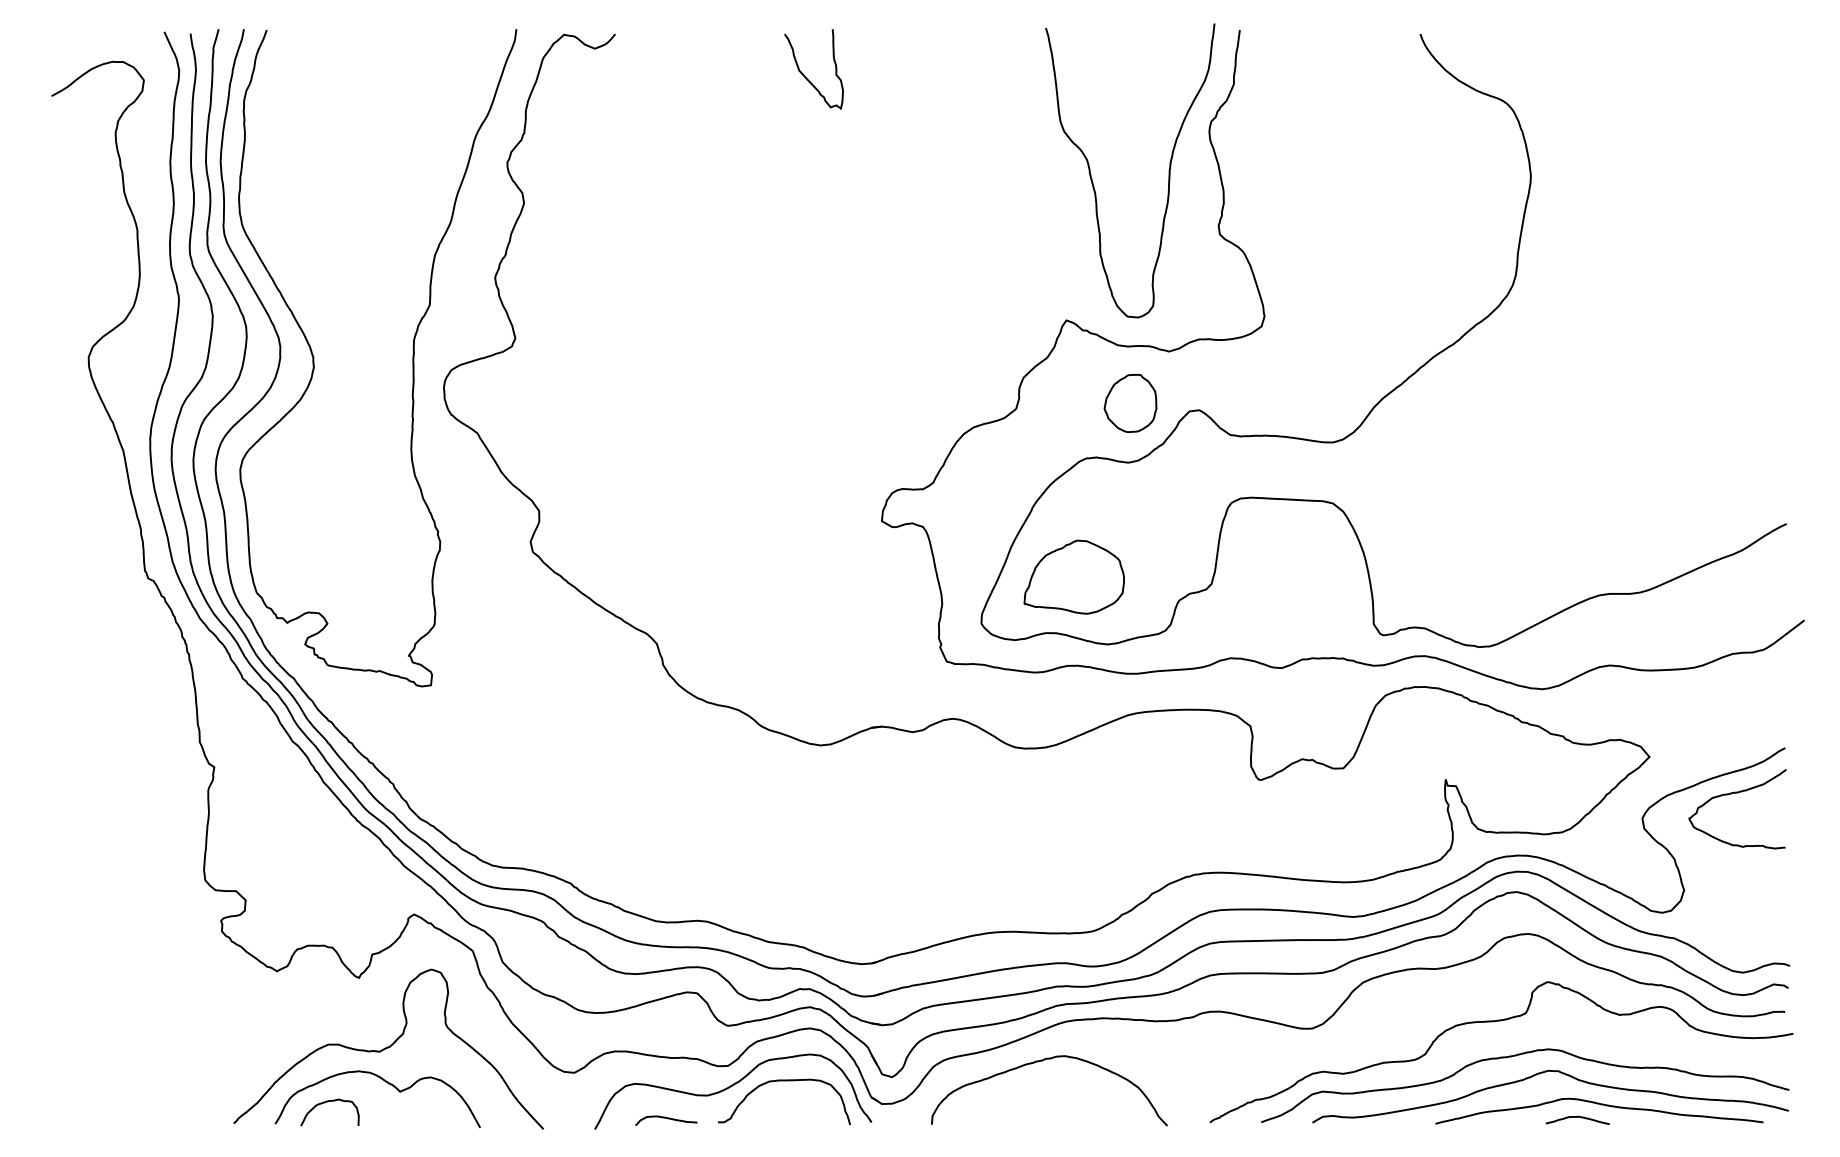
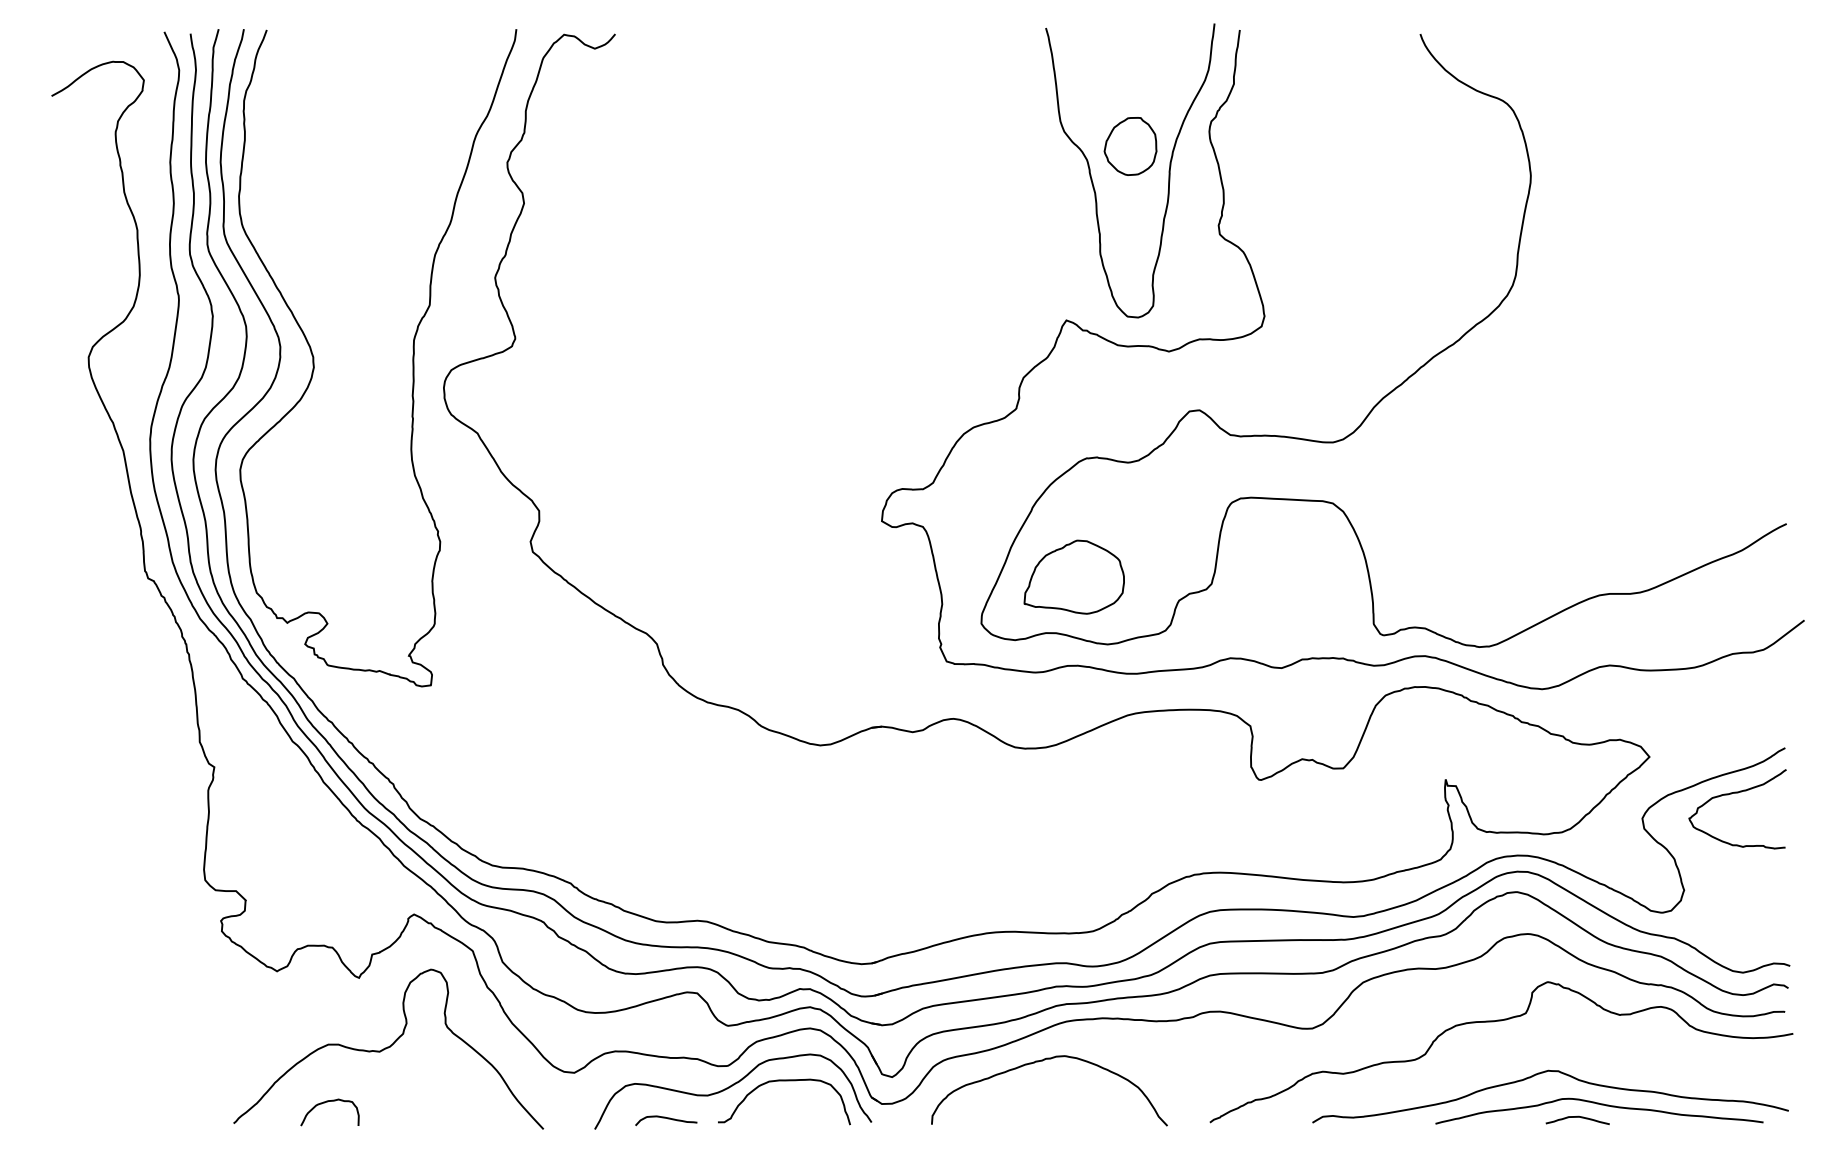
curve at (805, 75): present -> none
part at (1130, 403) position: (1130, 403) -> (1130, 146)
curve at (1516, 1056): present -> none
curve at (388, 1084): present -> none
